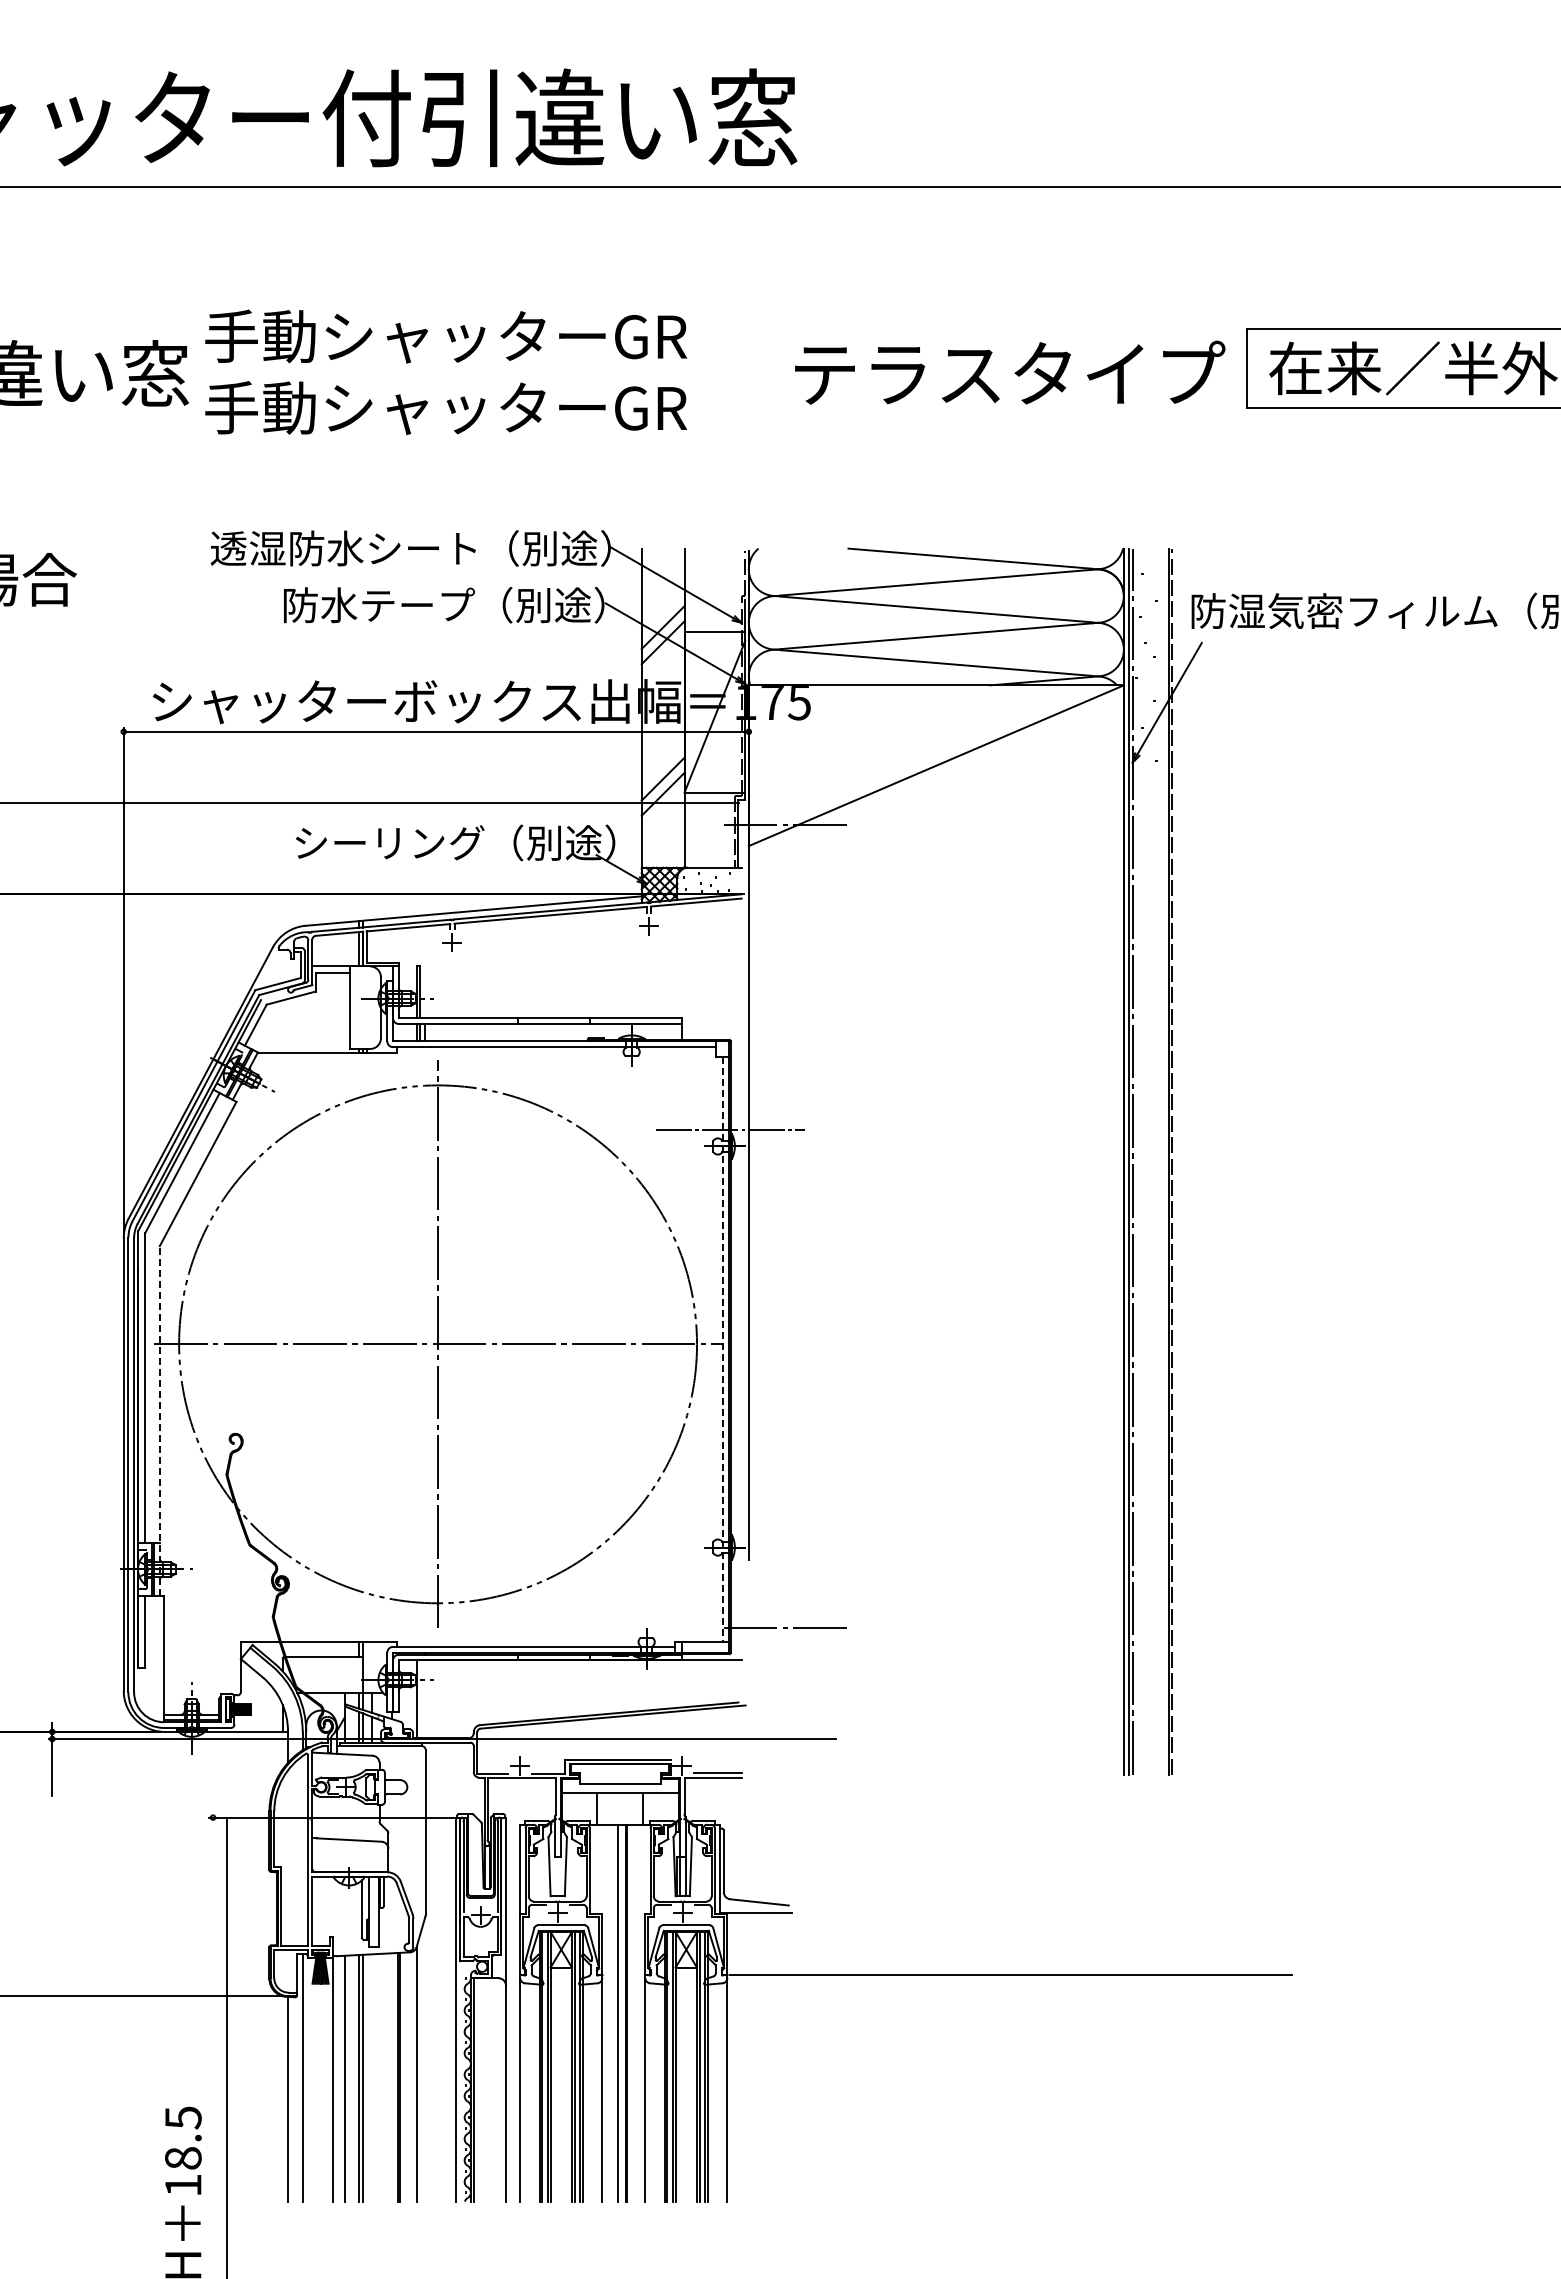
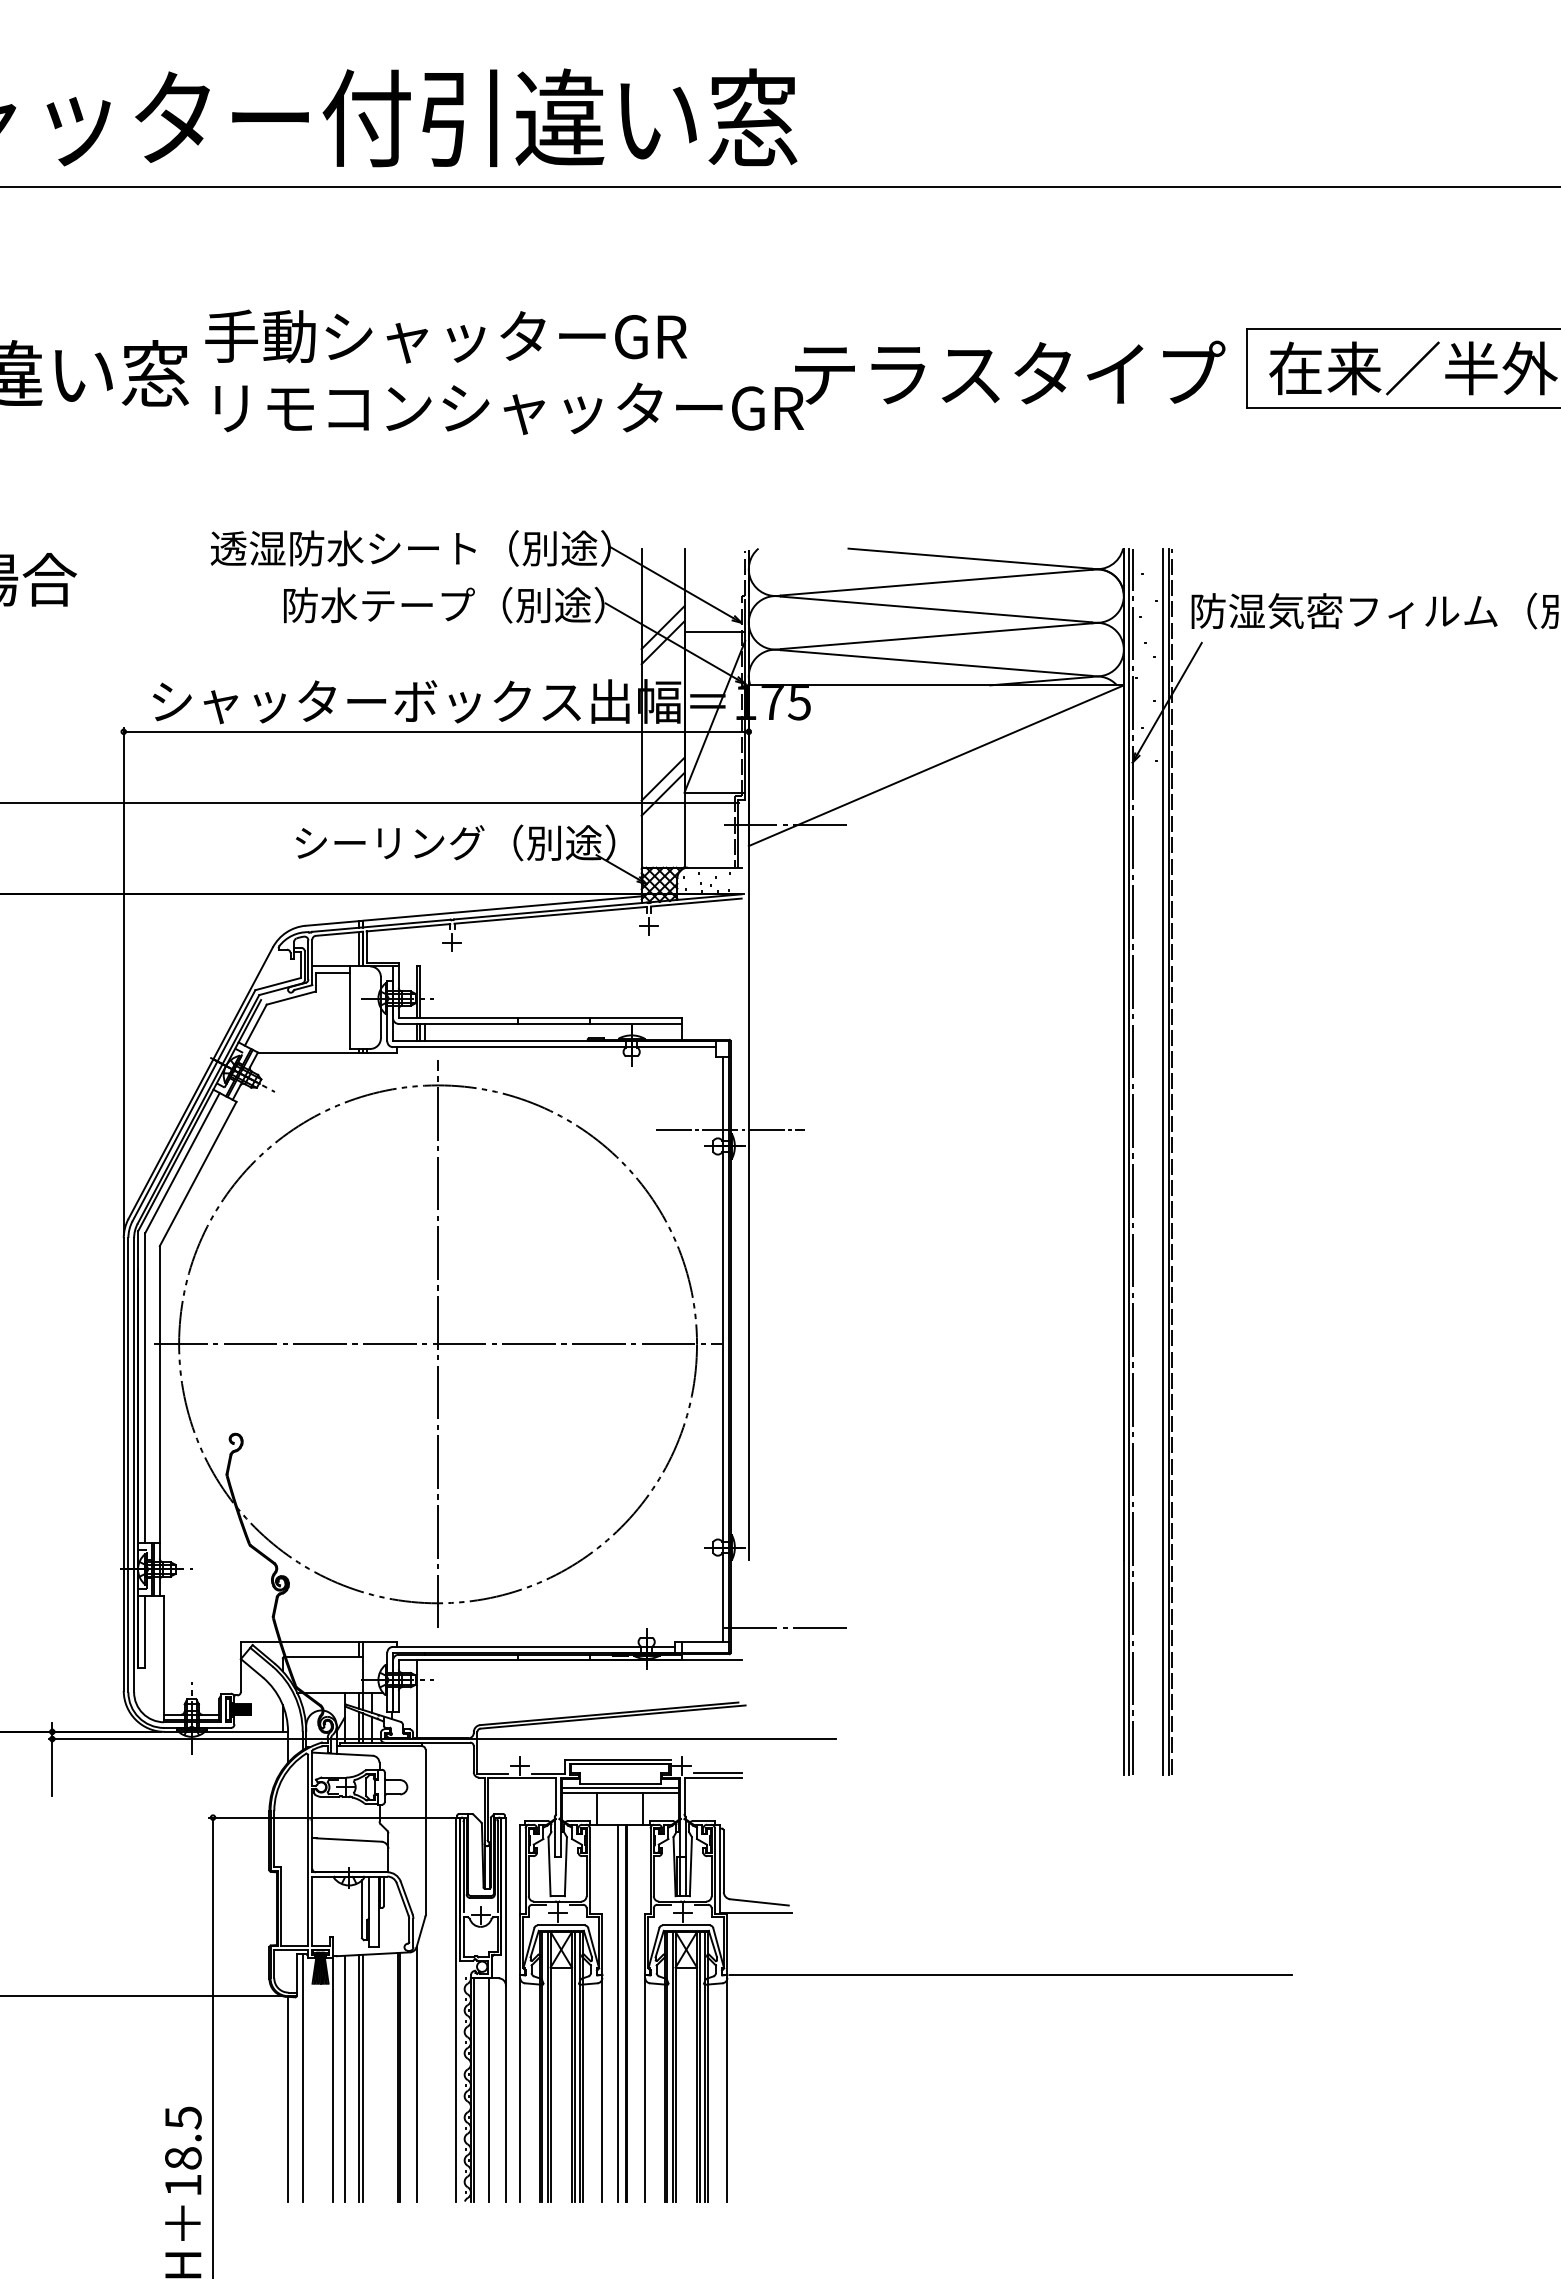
text at (504, 408): 手動シャッターGR -> リモコンシャッターGR
line at (1163, 1161): none -> present
line at (723, 1349): dashed -> solid
line at (159, 1420): dashed -> solid
line at (619, 1787): none -> present
line at (227, 2046) position: (227, 2046) -> (213, 2046)
line at (488, 2089): none -> present
